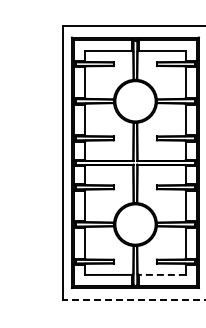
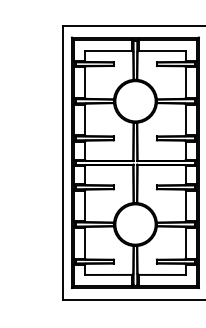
line at (162, 274): dashed -> solid
line at (133, 300): dashed -> solid
